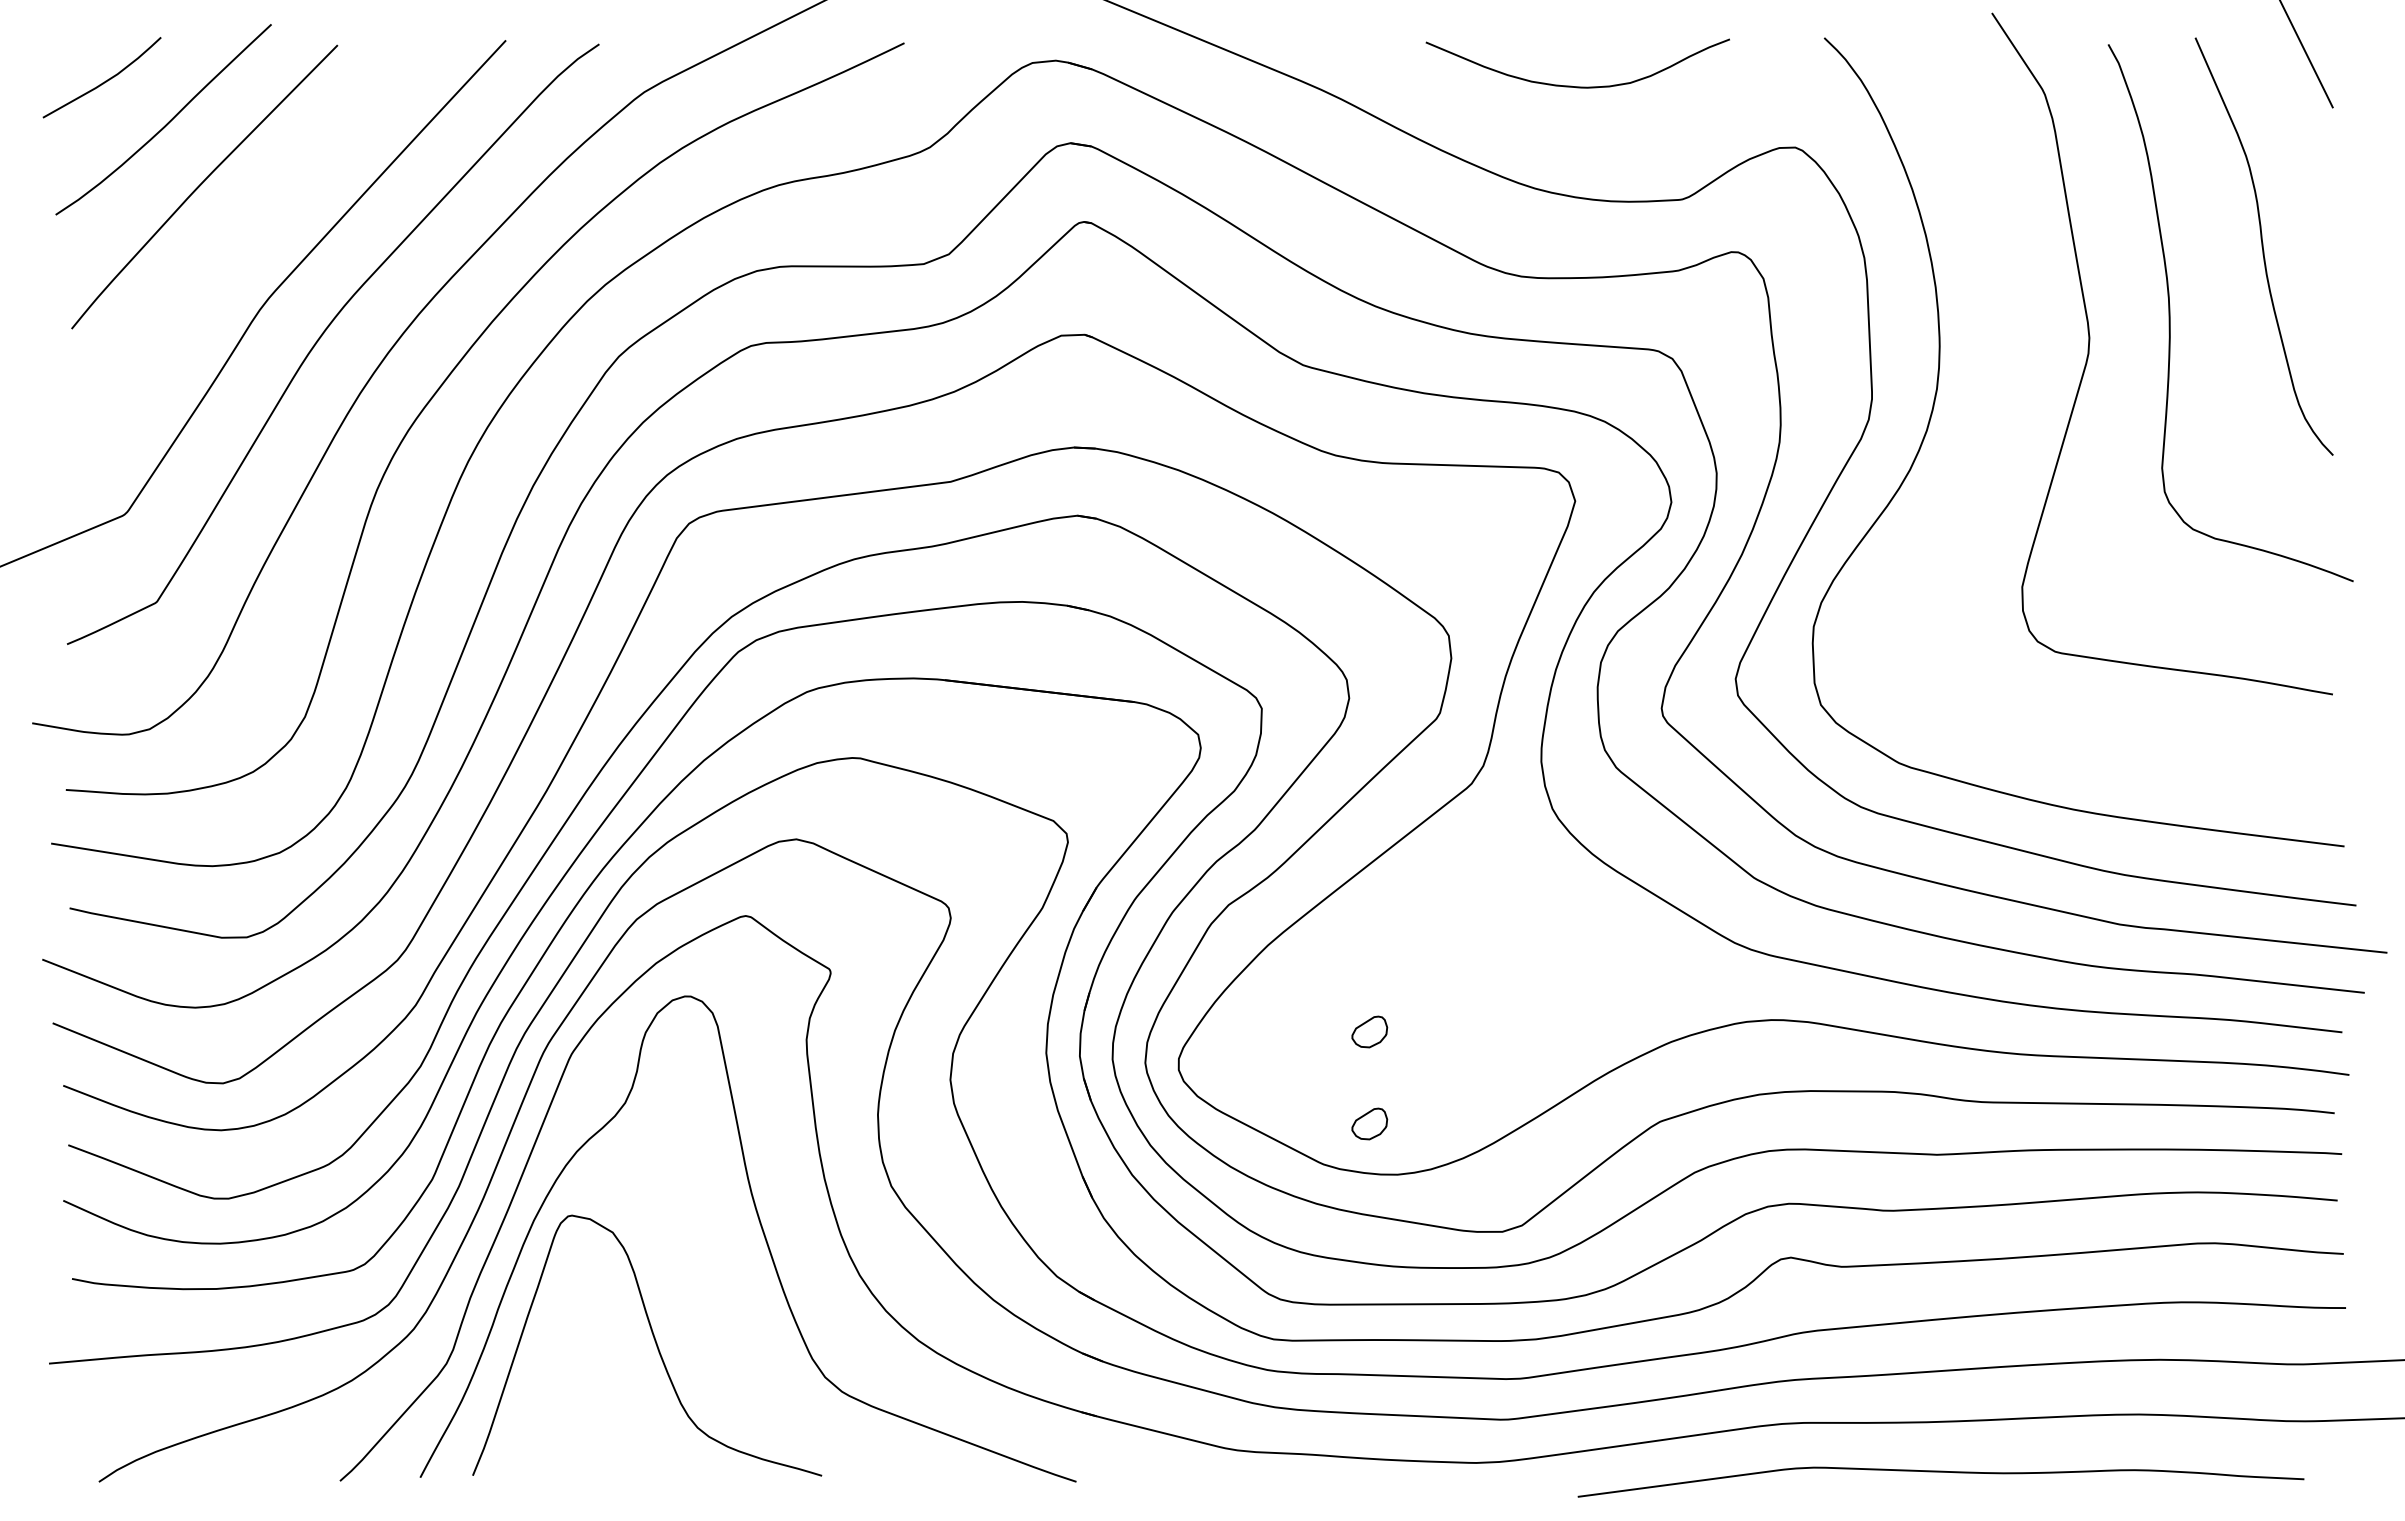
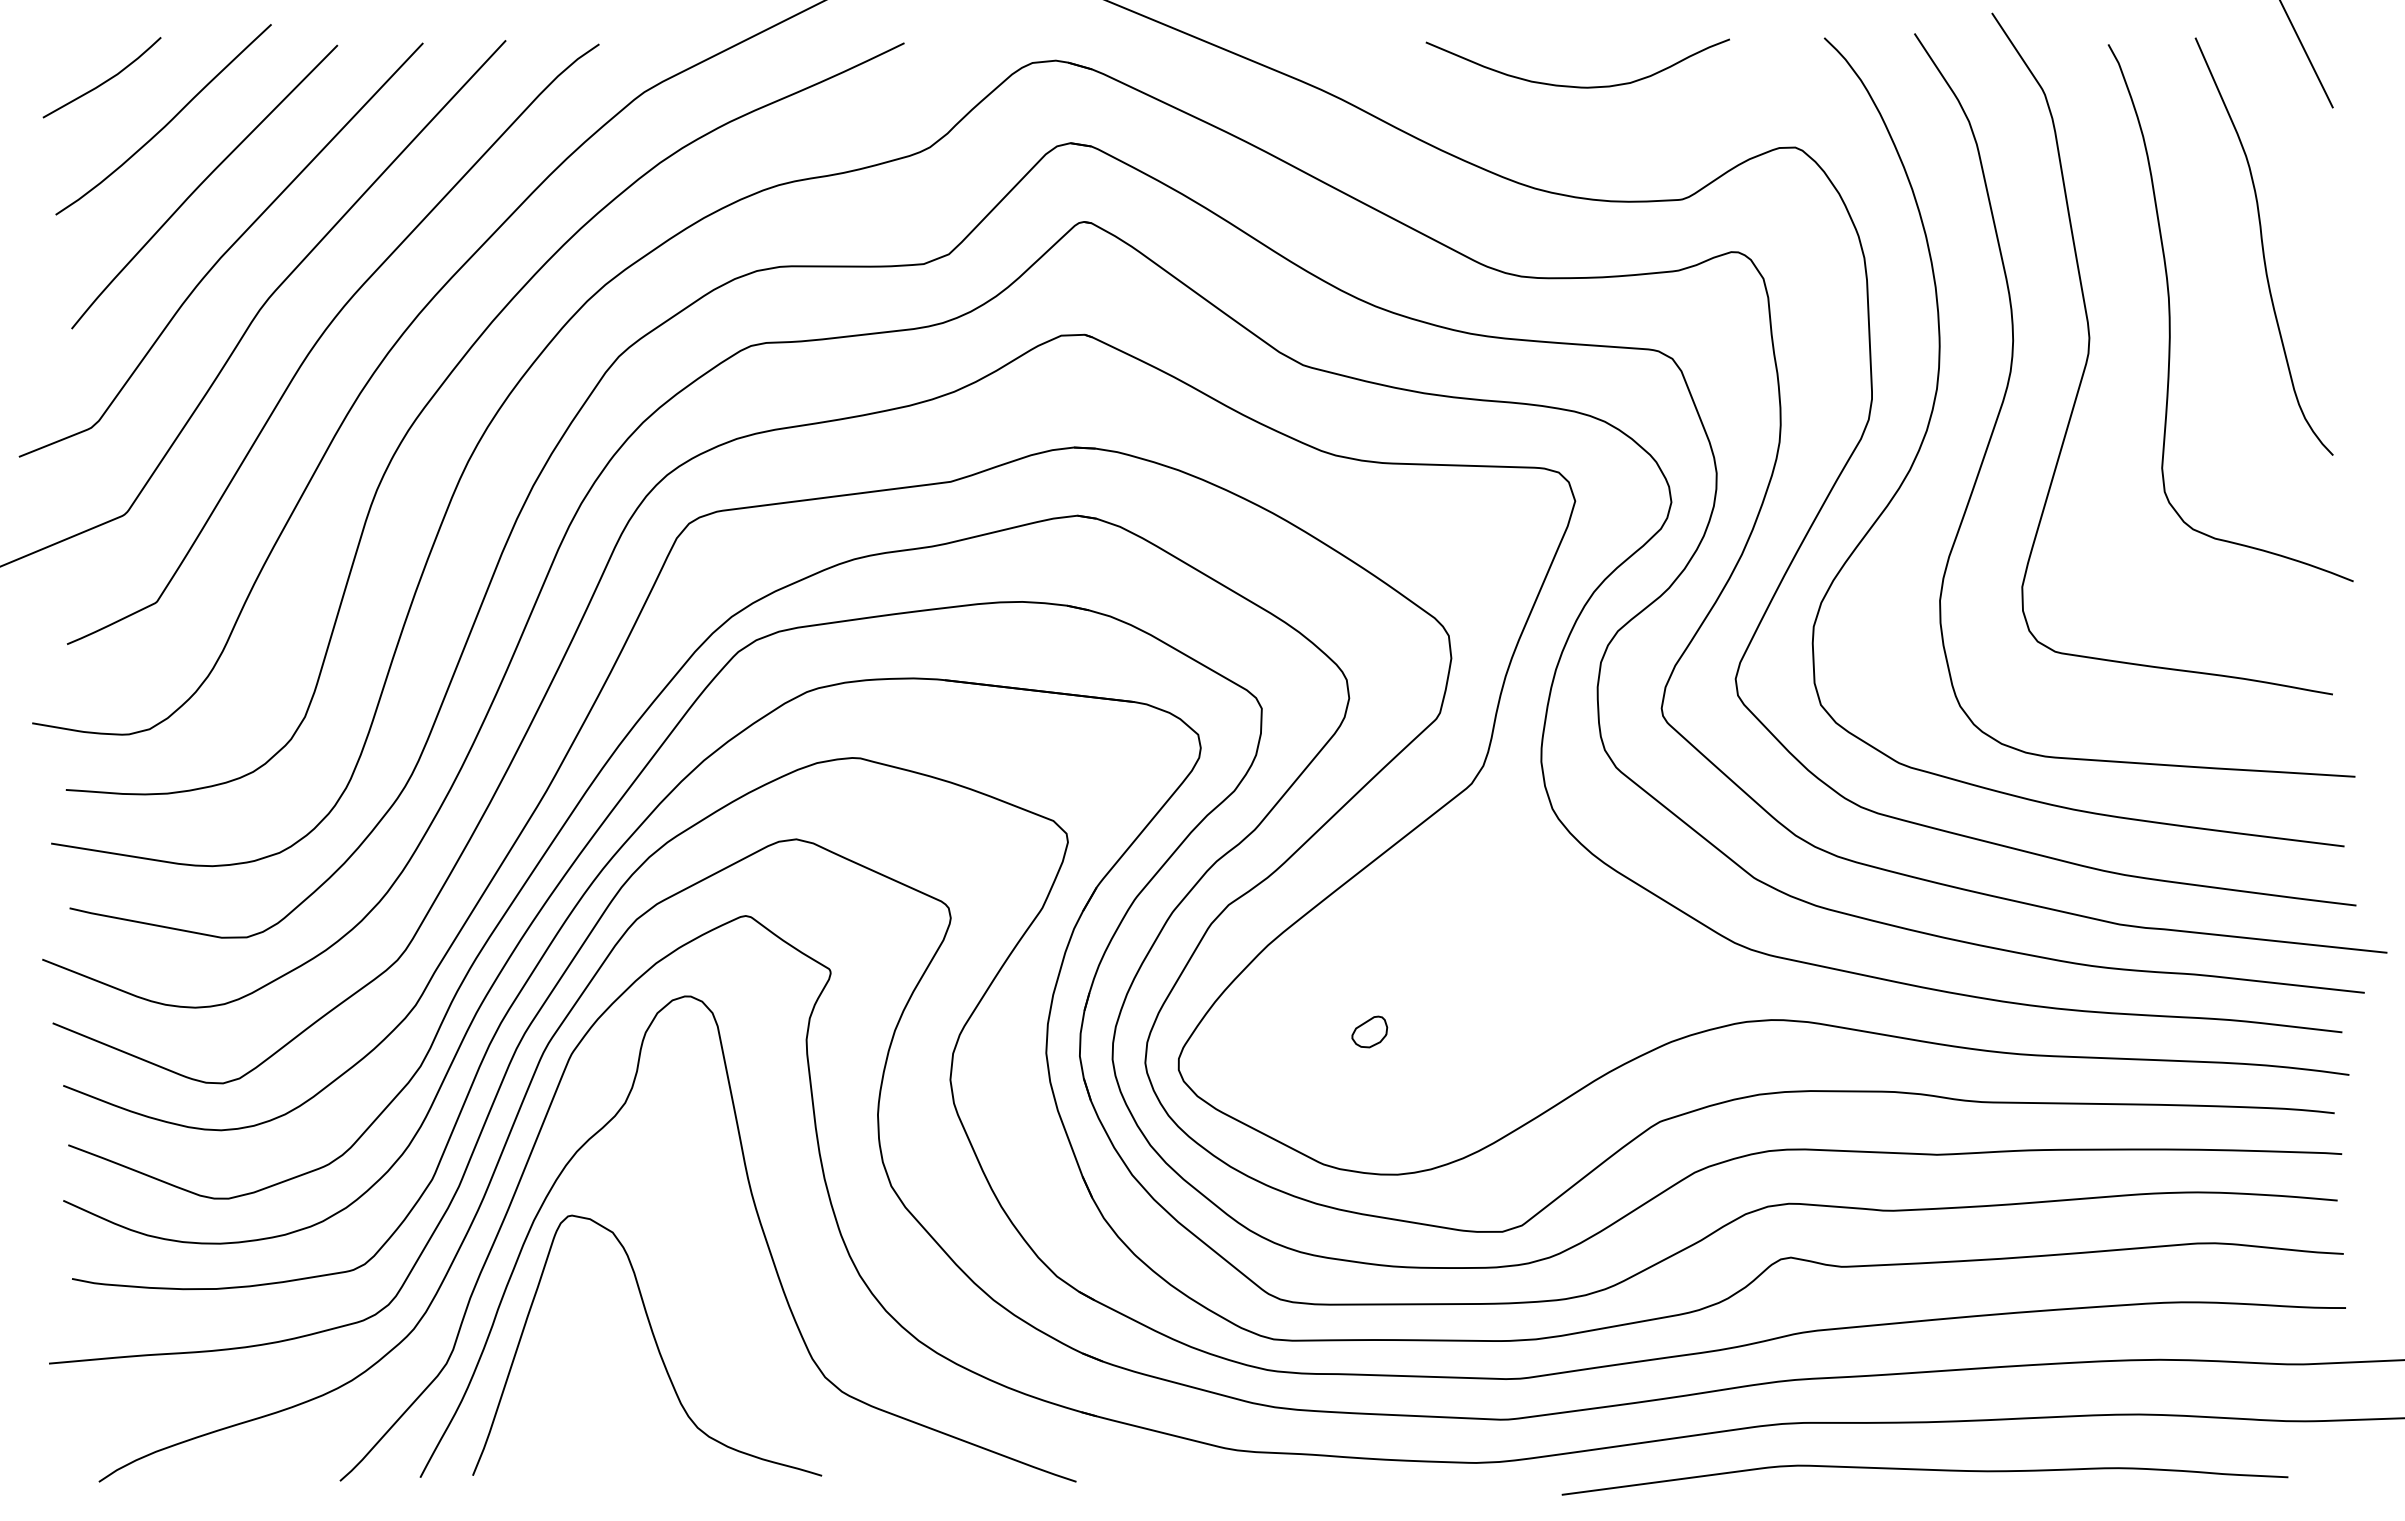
curve at (224, 252): none -> present
curve at (2010, 378): none -> present
part at (1369, 1123): present -> none
curve at (1940, 1472) position: (1940, 1472) -> (1924, 1470)
